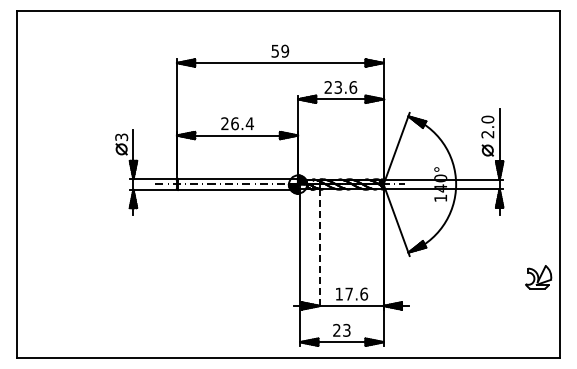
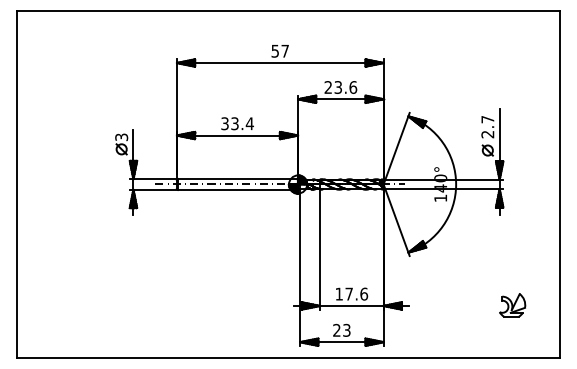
text at (285, 50): 59 -> 57
text at (487, 119): 2.0 -> 2.7
text at (229, 123): 26.4 -> 33.4
line at (319, 249): dashed -> solid
part at (538, 277) position: (538, 277) -> (512, 305)
